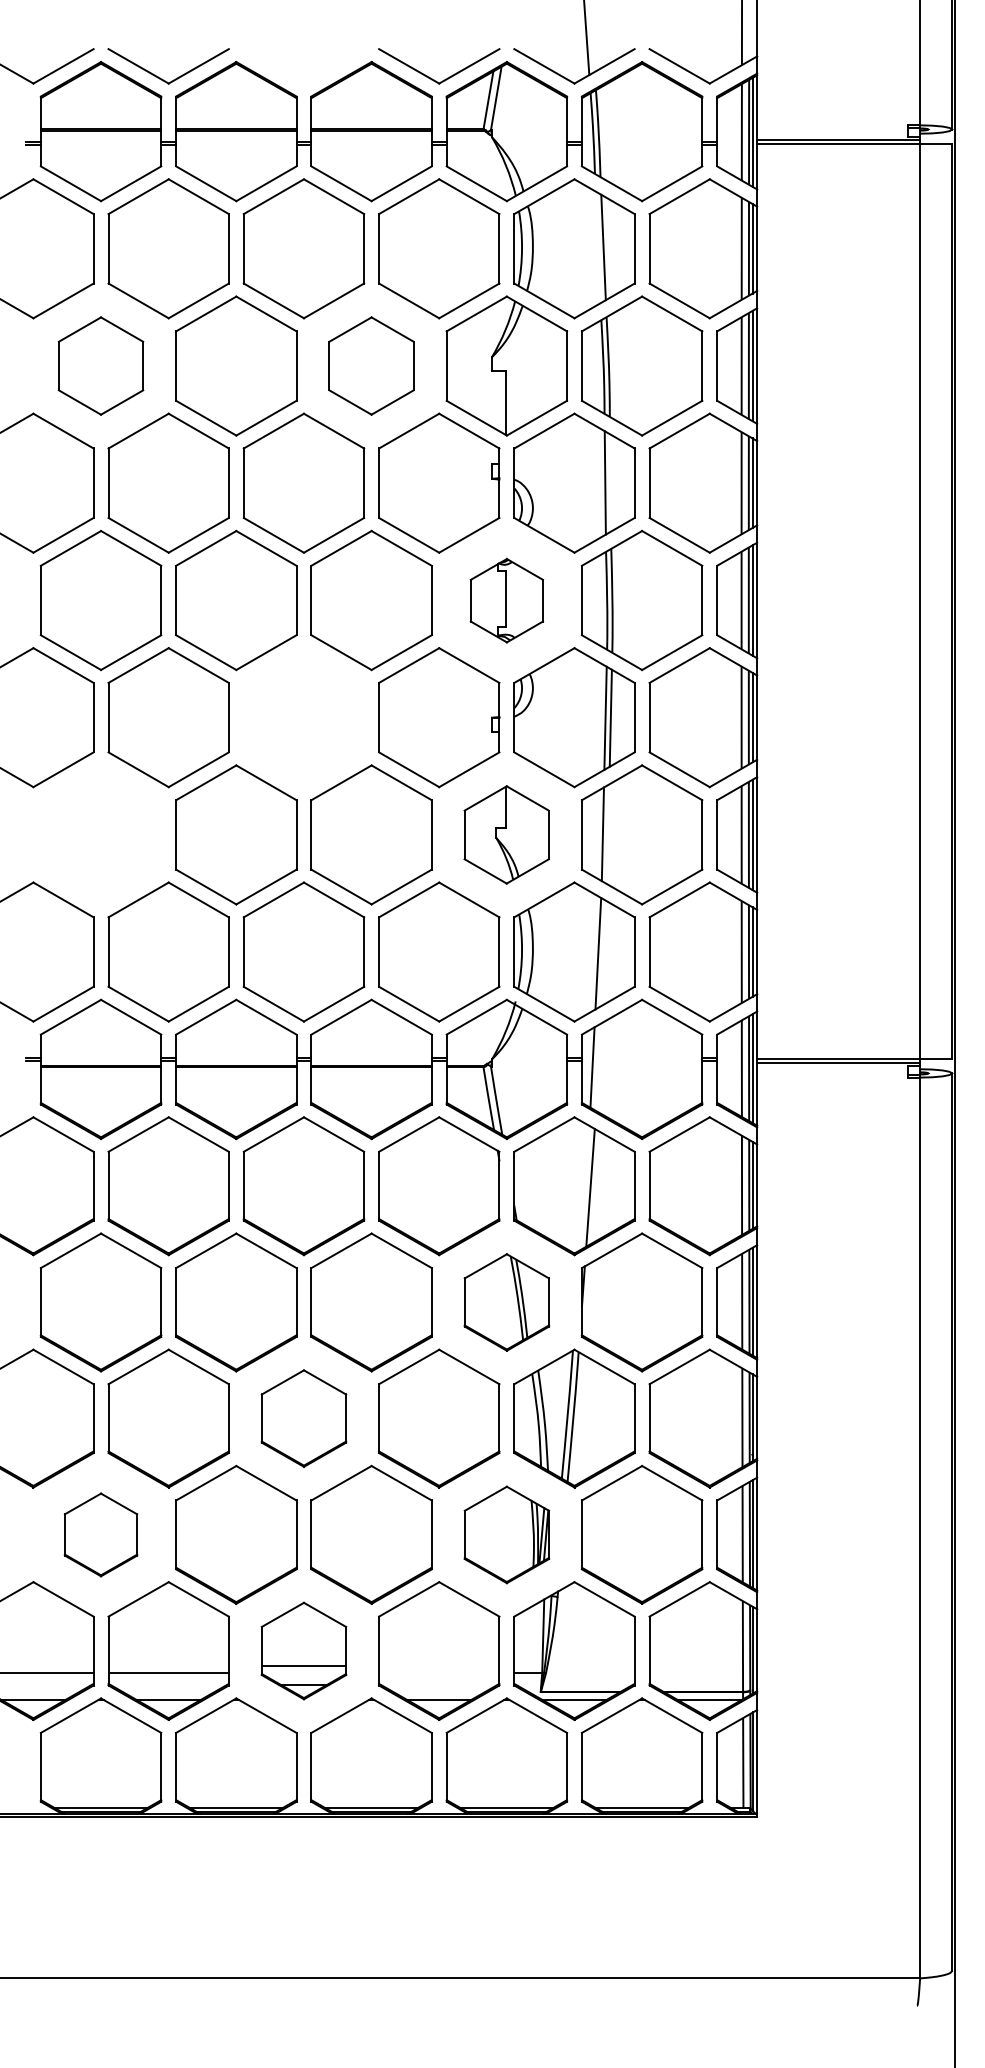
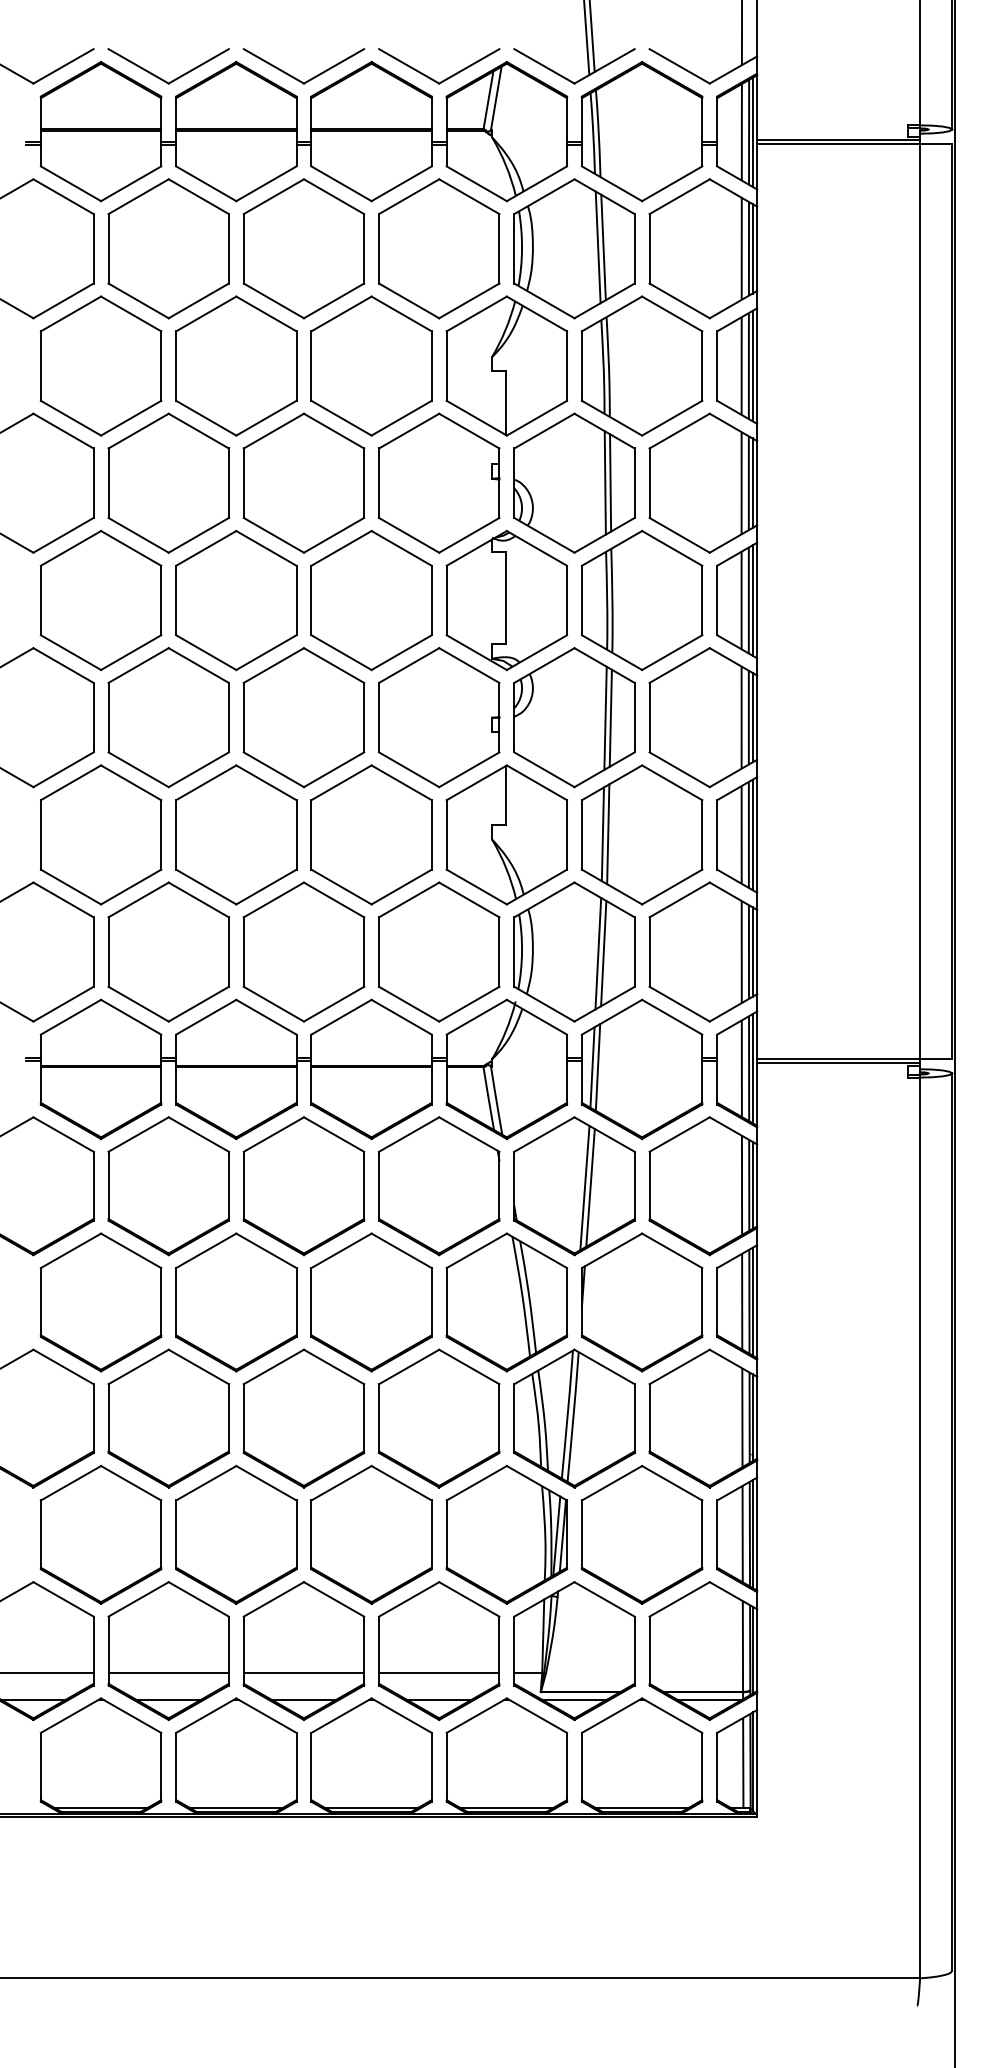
line at (591, 37): none -> present
part at (297, 78): none -> present
line at (597, 247): none -> present
part at (100, 365) size: 88x100 px -> 124x142 px
part at (371, 365) size: 87x100 px -> 123x142 px
line at (610, 482): none -> present
part at (506, 600) size: 76x86 px -> 124x142 px
part at (303, 717): none -> present
part at (100, 834): none -> present
part at (506, 834) size: 87x100 px -> 123x142 px
line at (608, 834): none -> present
line at (603, 953): none -> present
line at (597, 1067): none -> present
line at (584, 1187): none -> present
part at (506, 1302) size: 88x99 px -> 124x141 px
part at (303, 1418) size: 88x99 px -> 124x141 px
part at (100, 1534) size: 76x86 px -> 124x140 px
part at (506, 1534) size: 88x100 px -> 124x140 px
part at (303, 1650) size: 88x100 px -> 124x140 px
line at (439, 1672): none -> present
